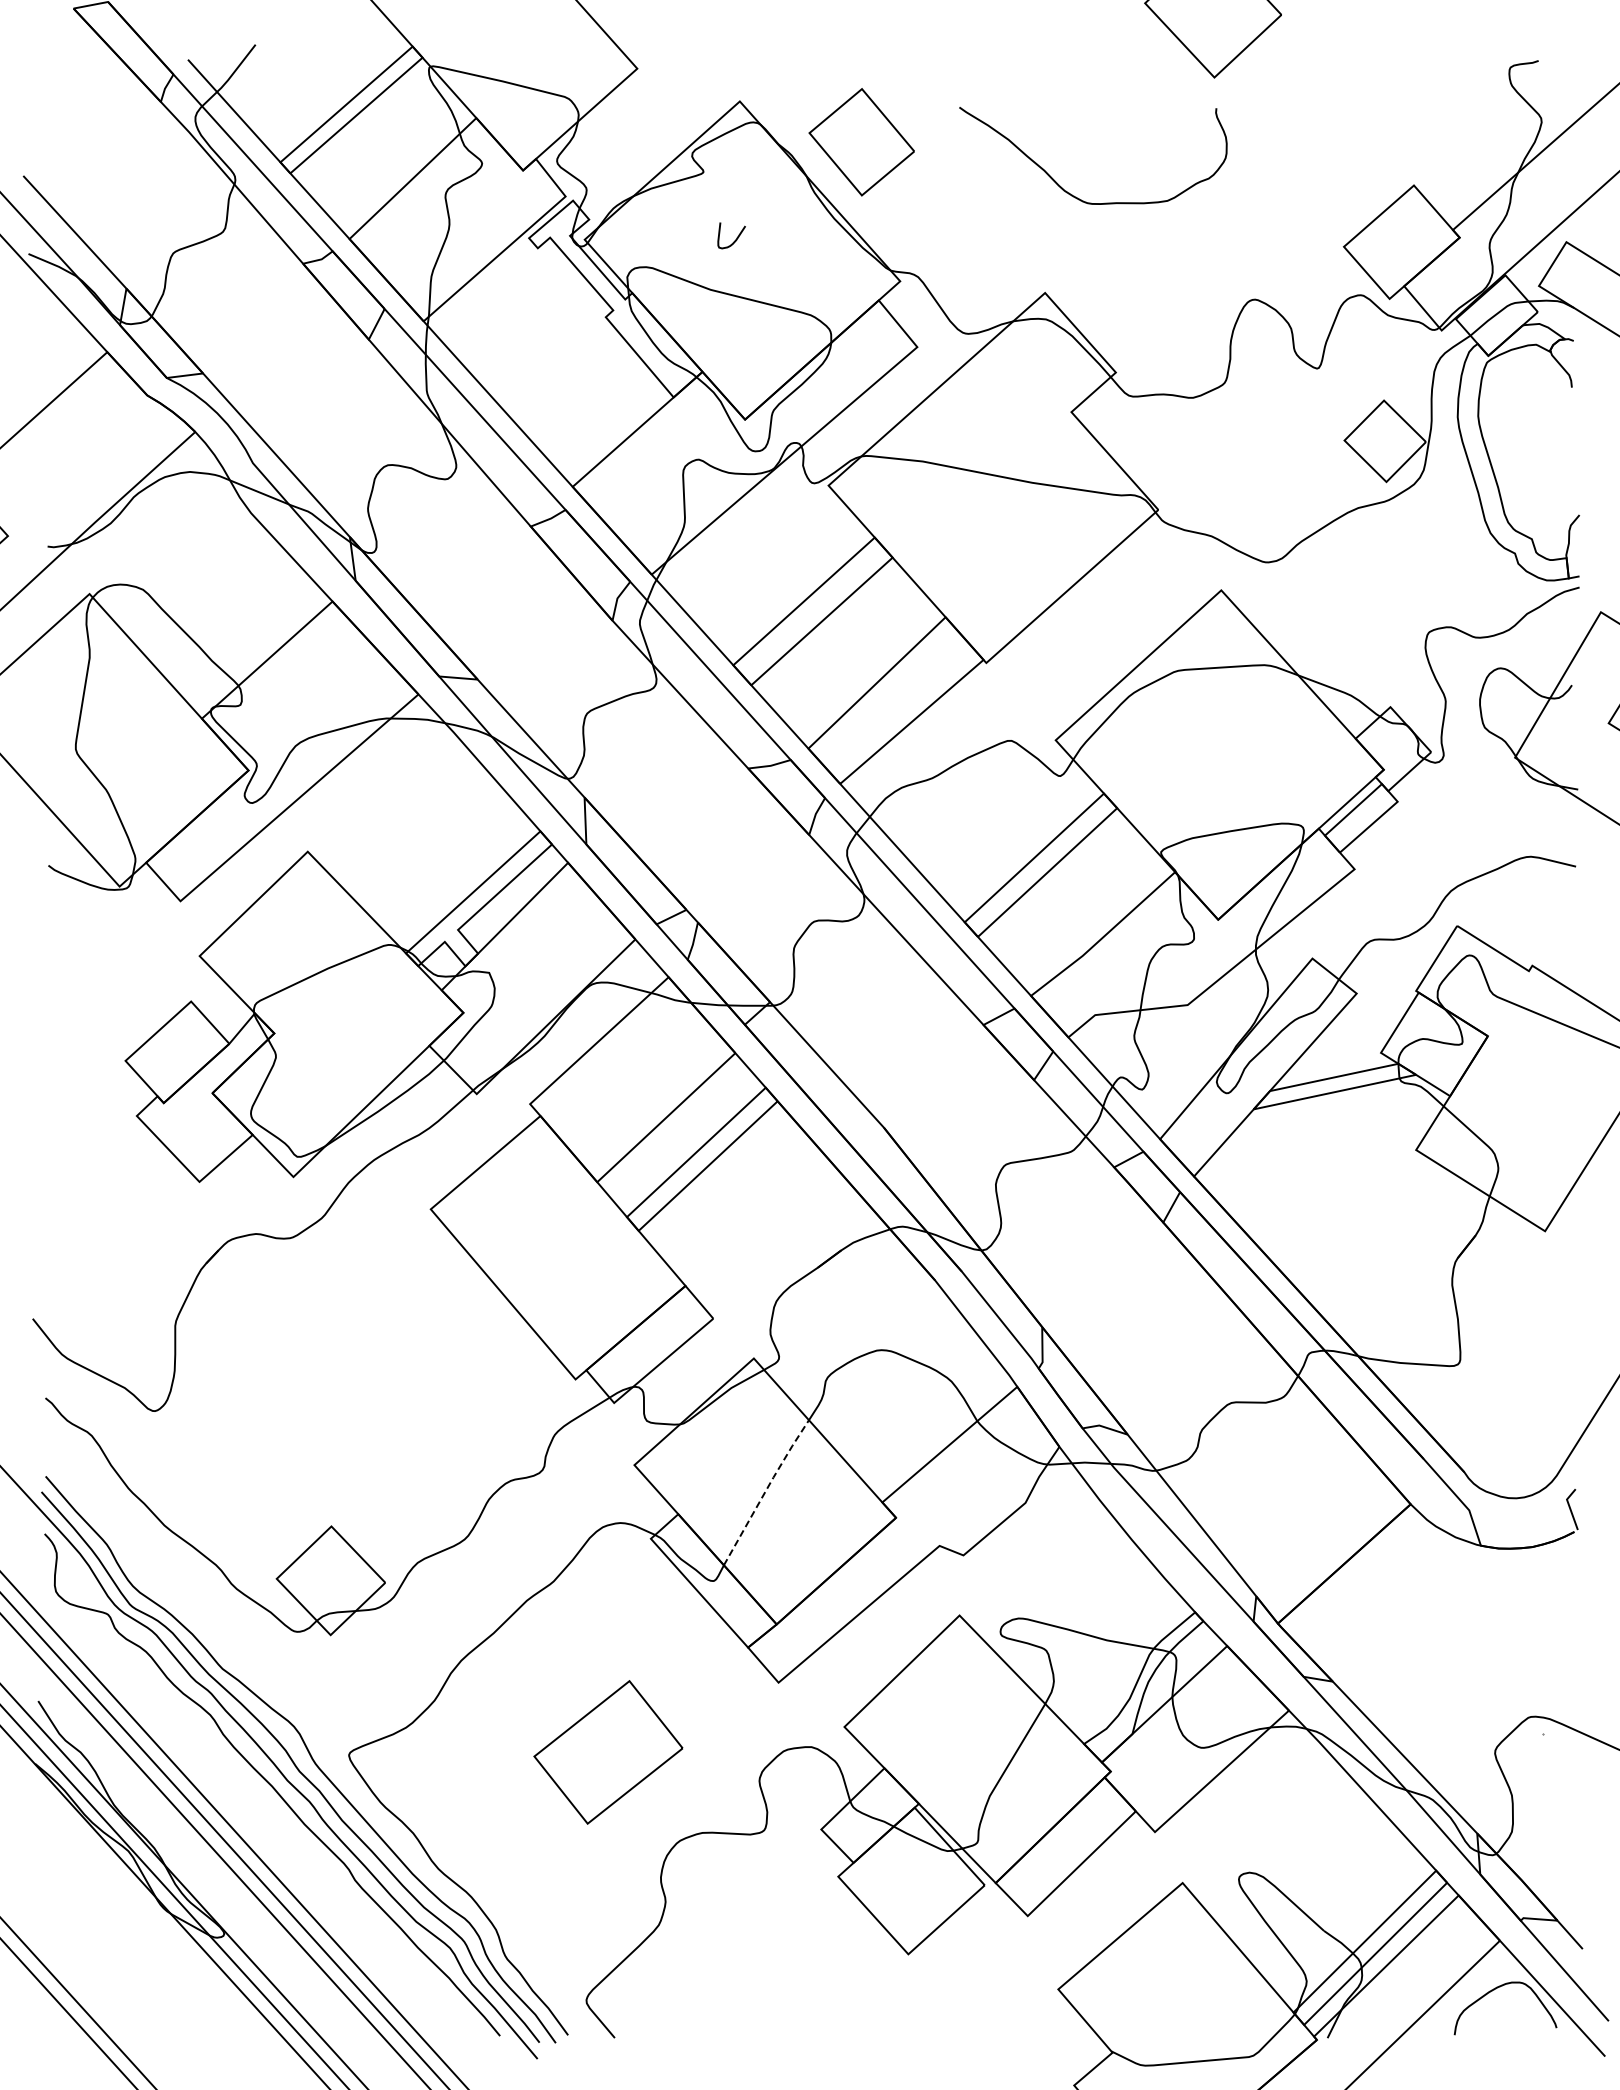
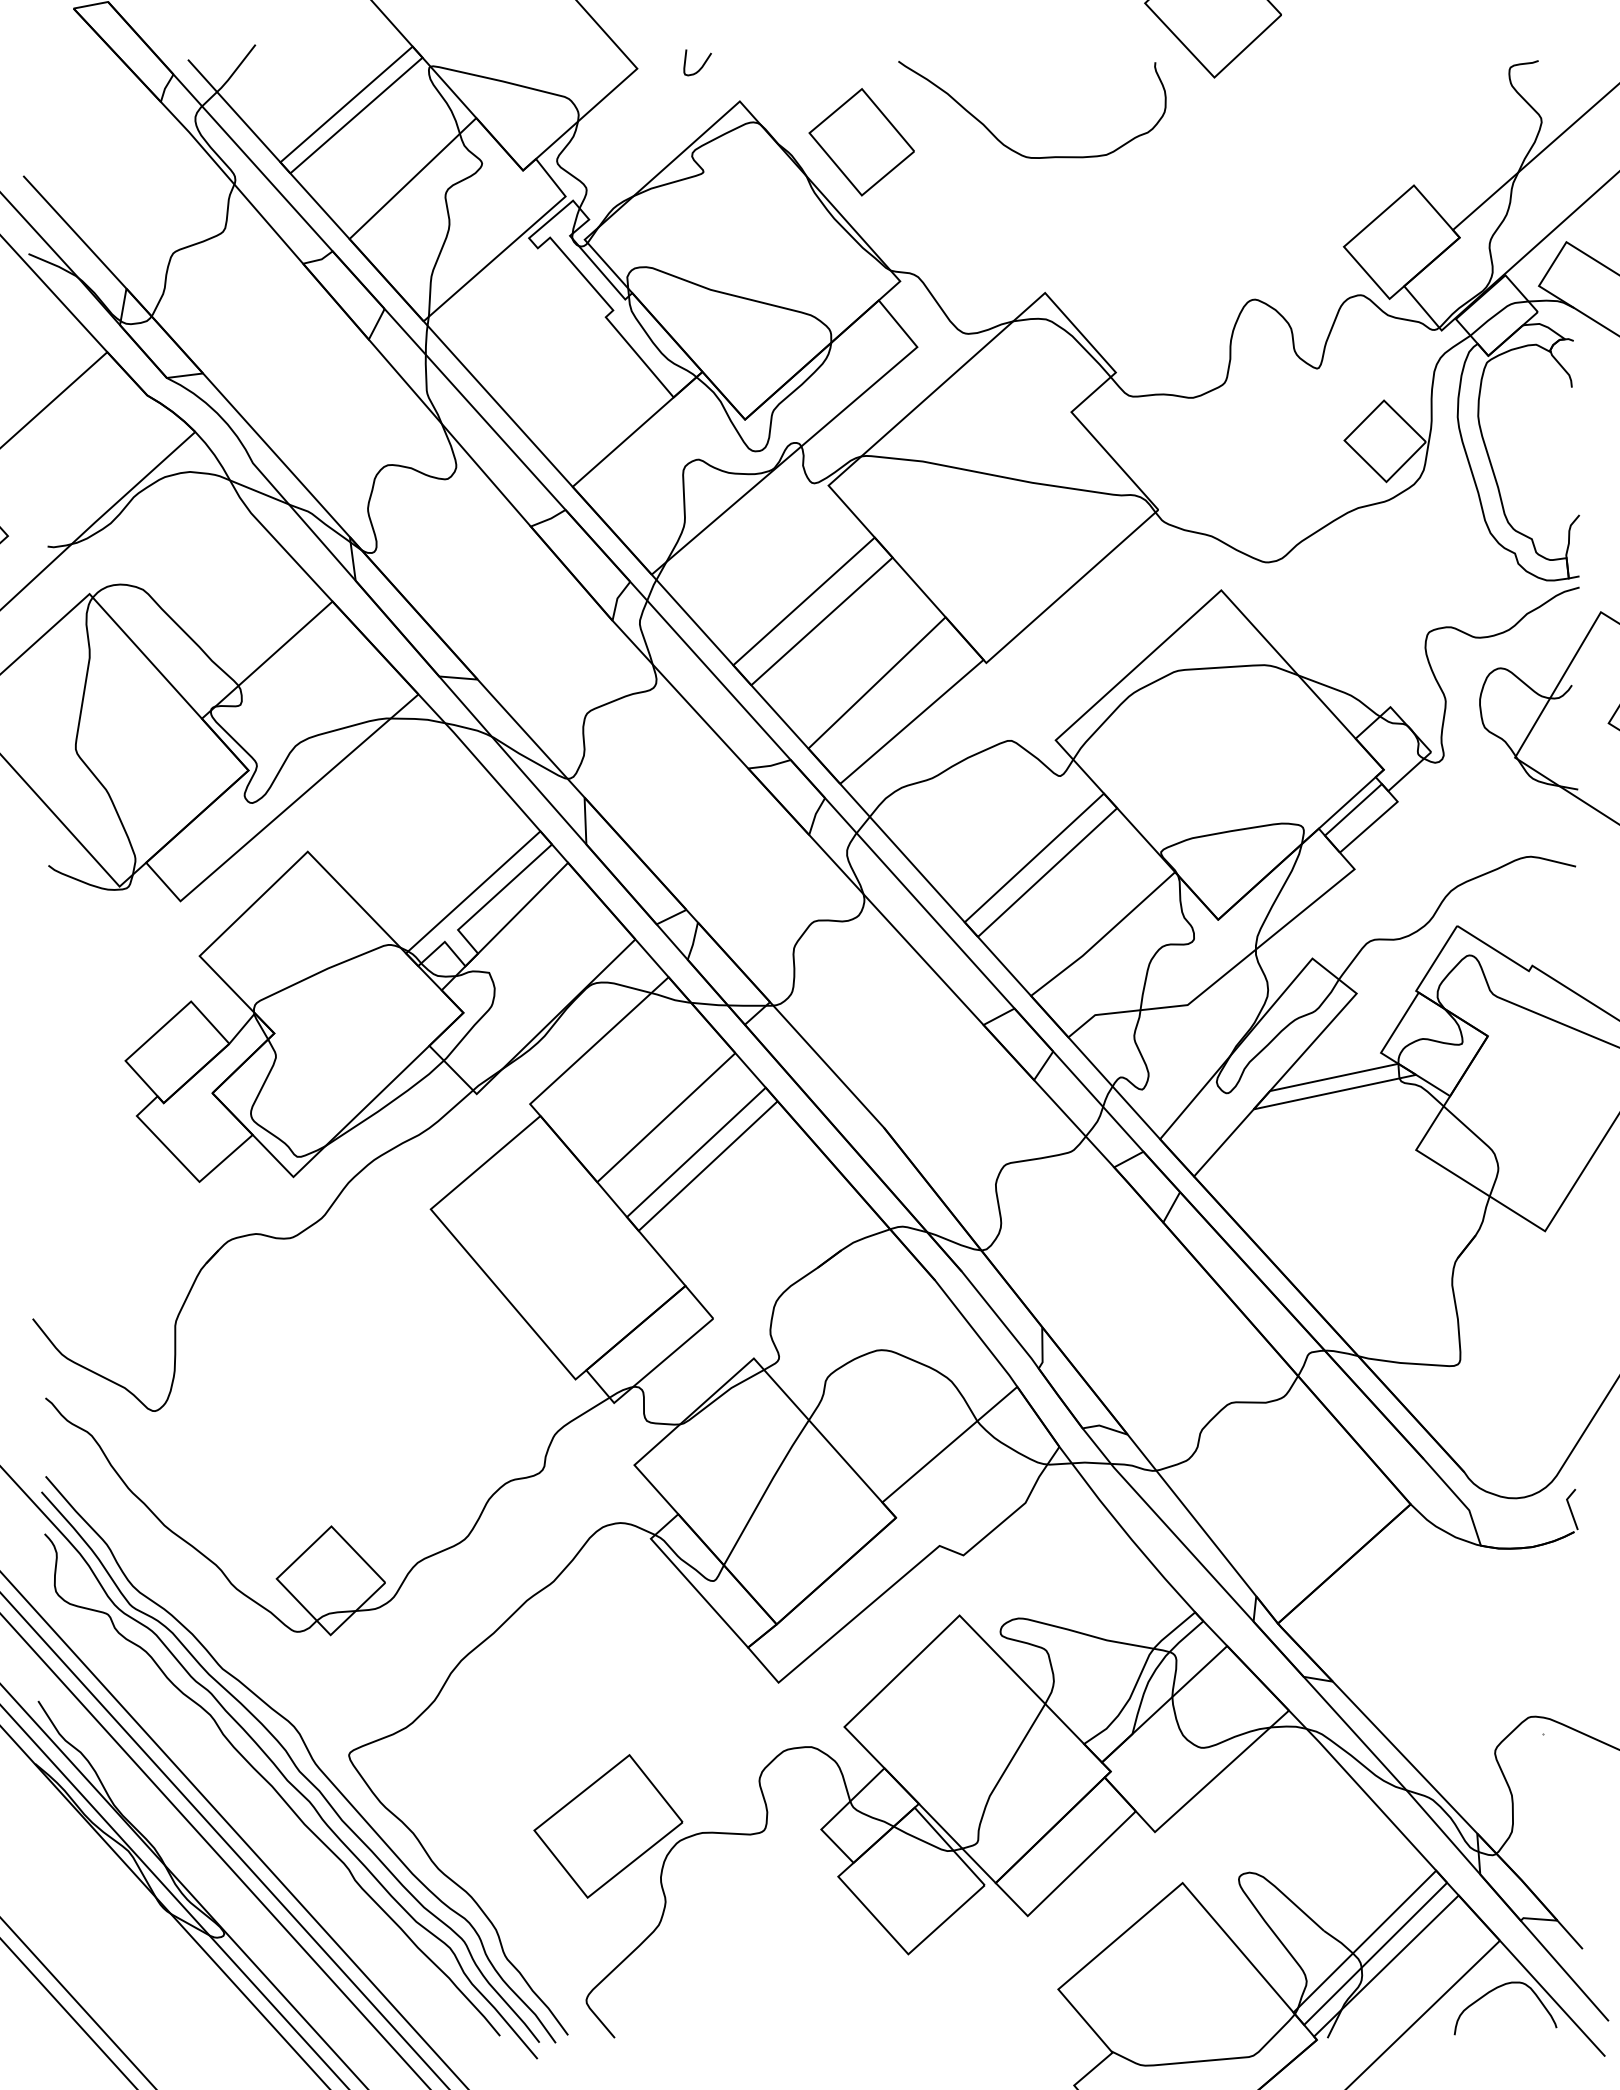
curve at (1069, 192) position: (1069, 192) -> (1008, 146)
curve at (736, 237) position: (736, 237) -> (702, 64)
line at (766, 1490): dashed -> solid
part at (608, 1752) position: (608, 1752) -> (608, 1826)
